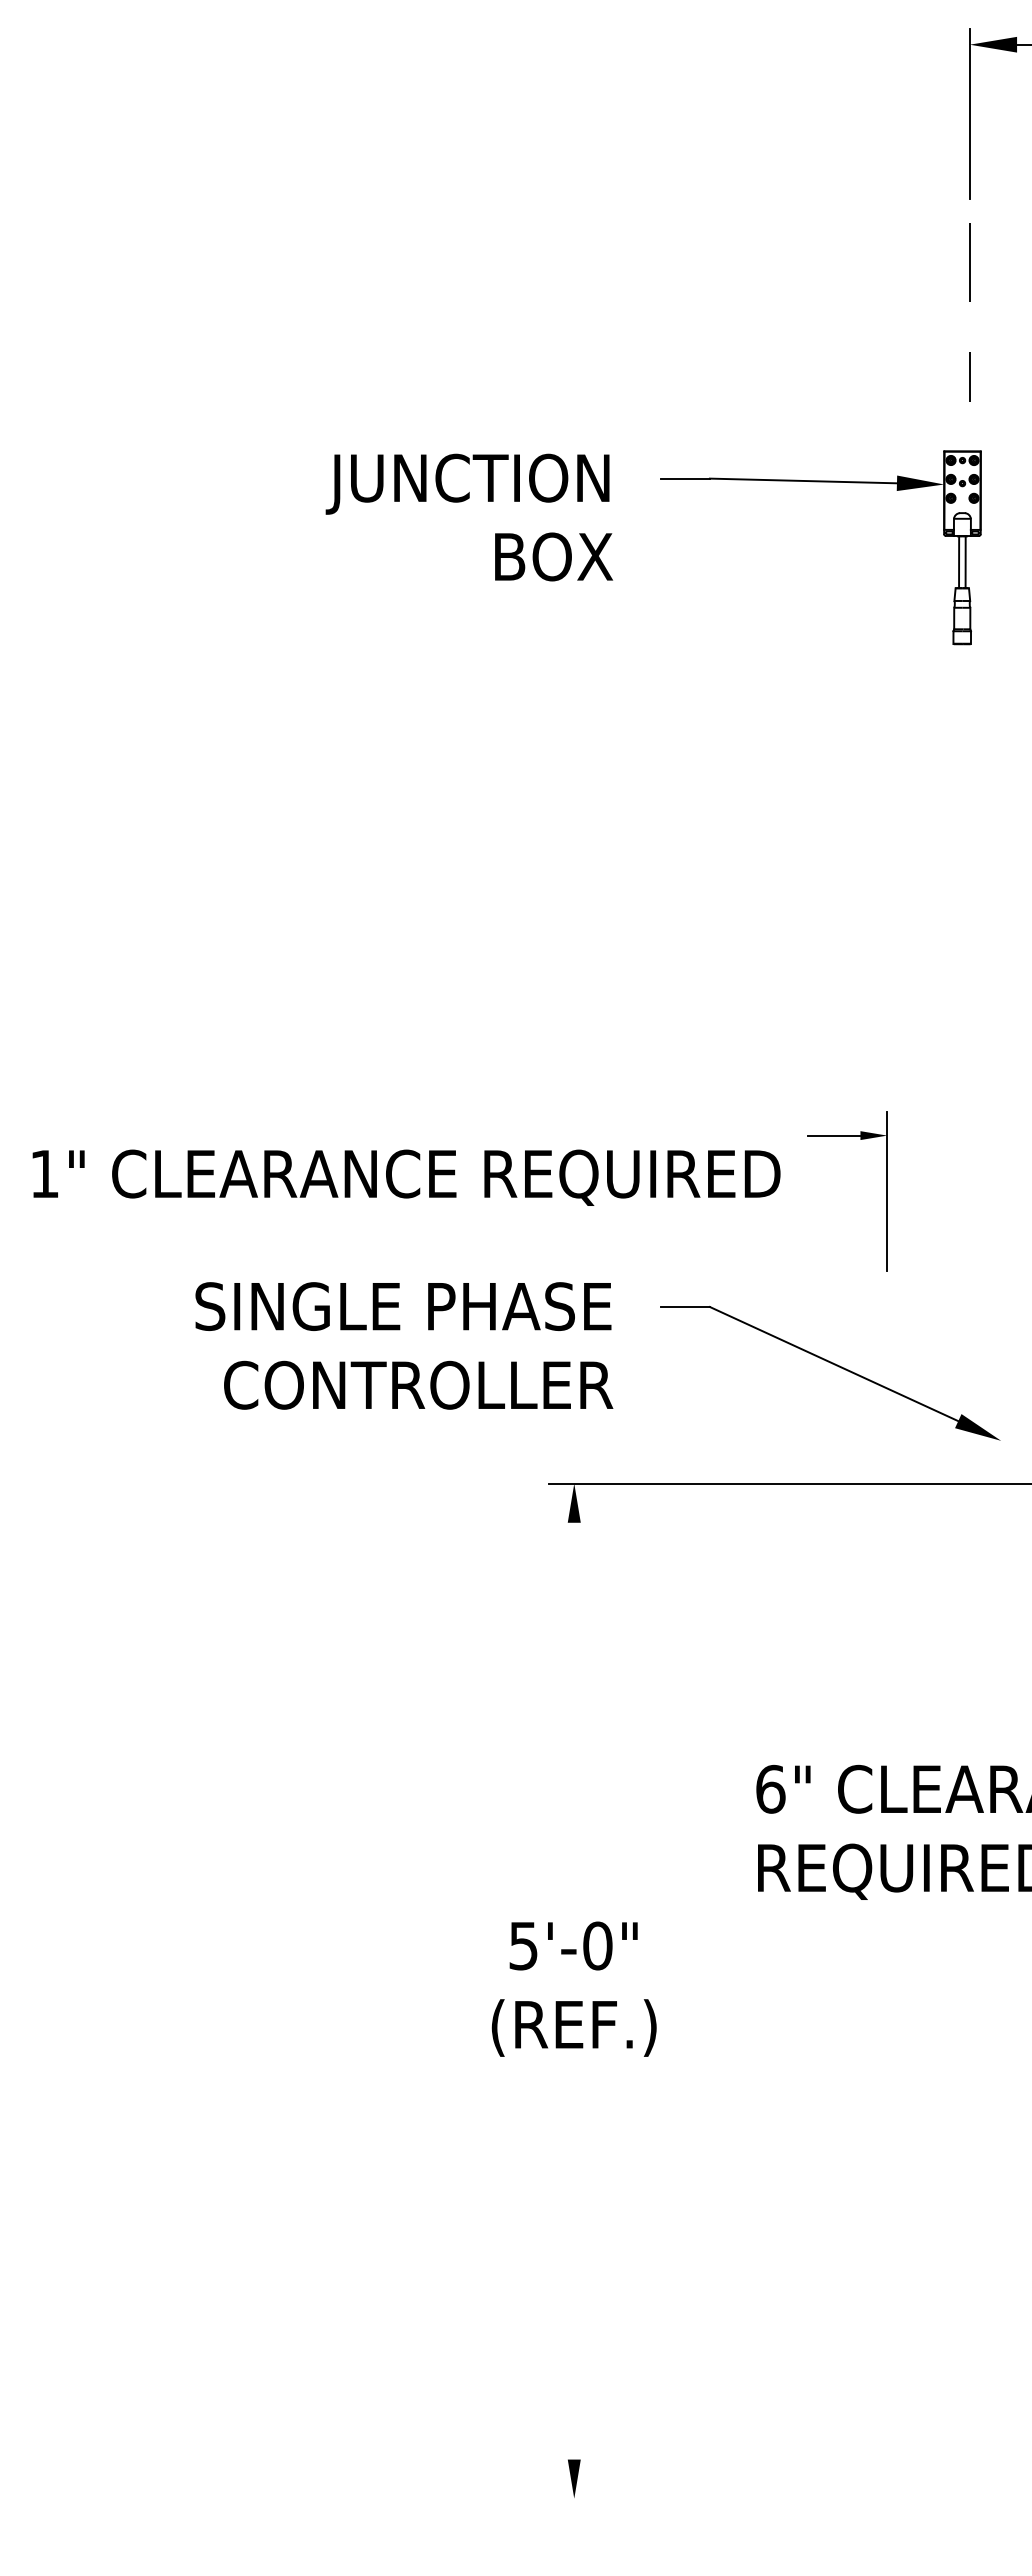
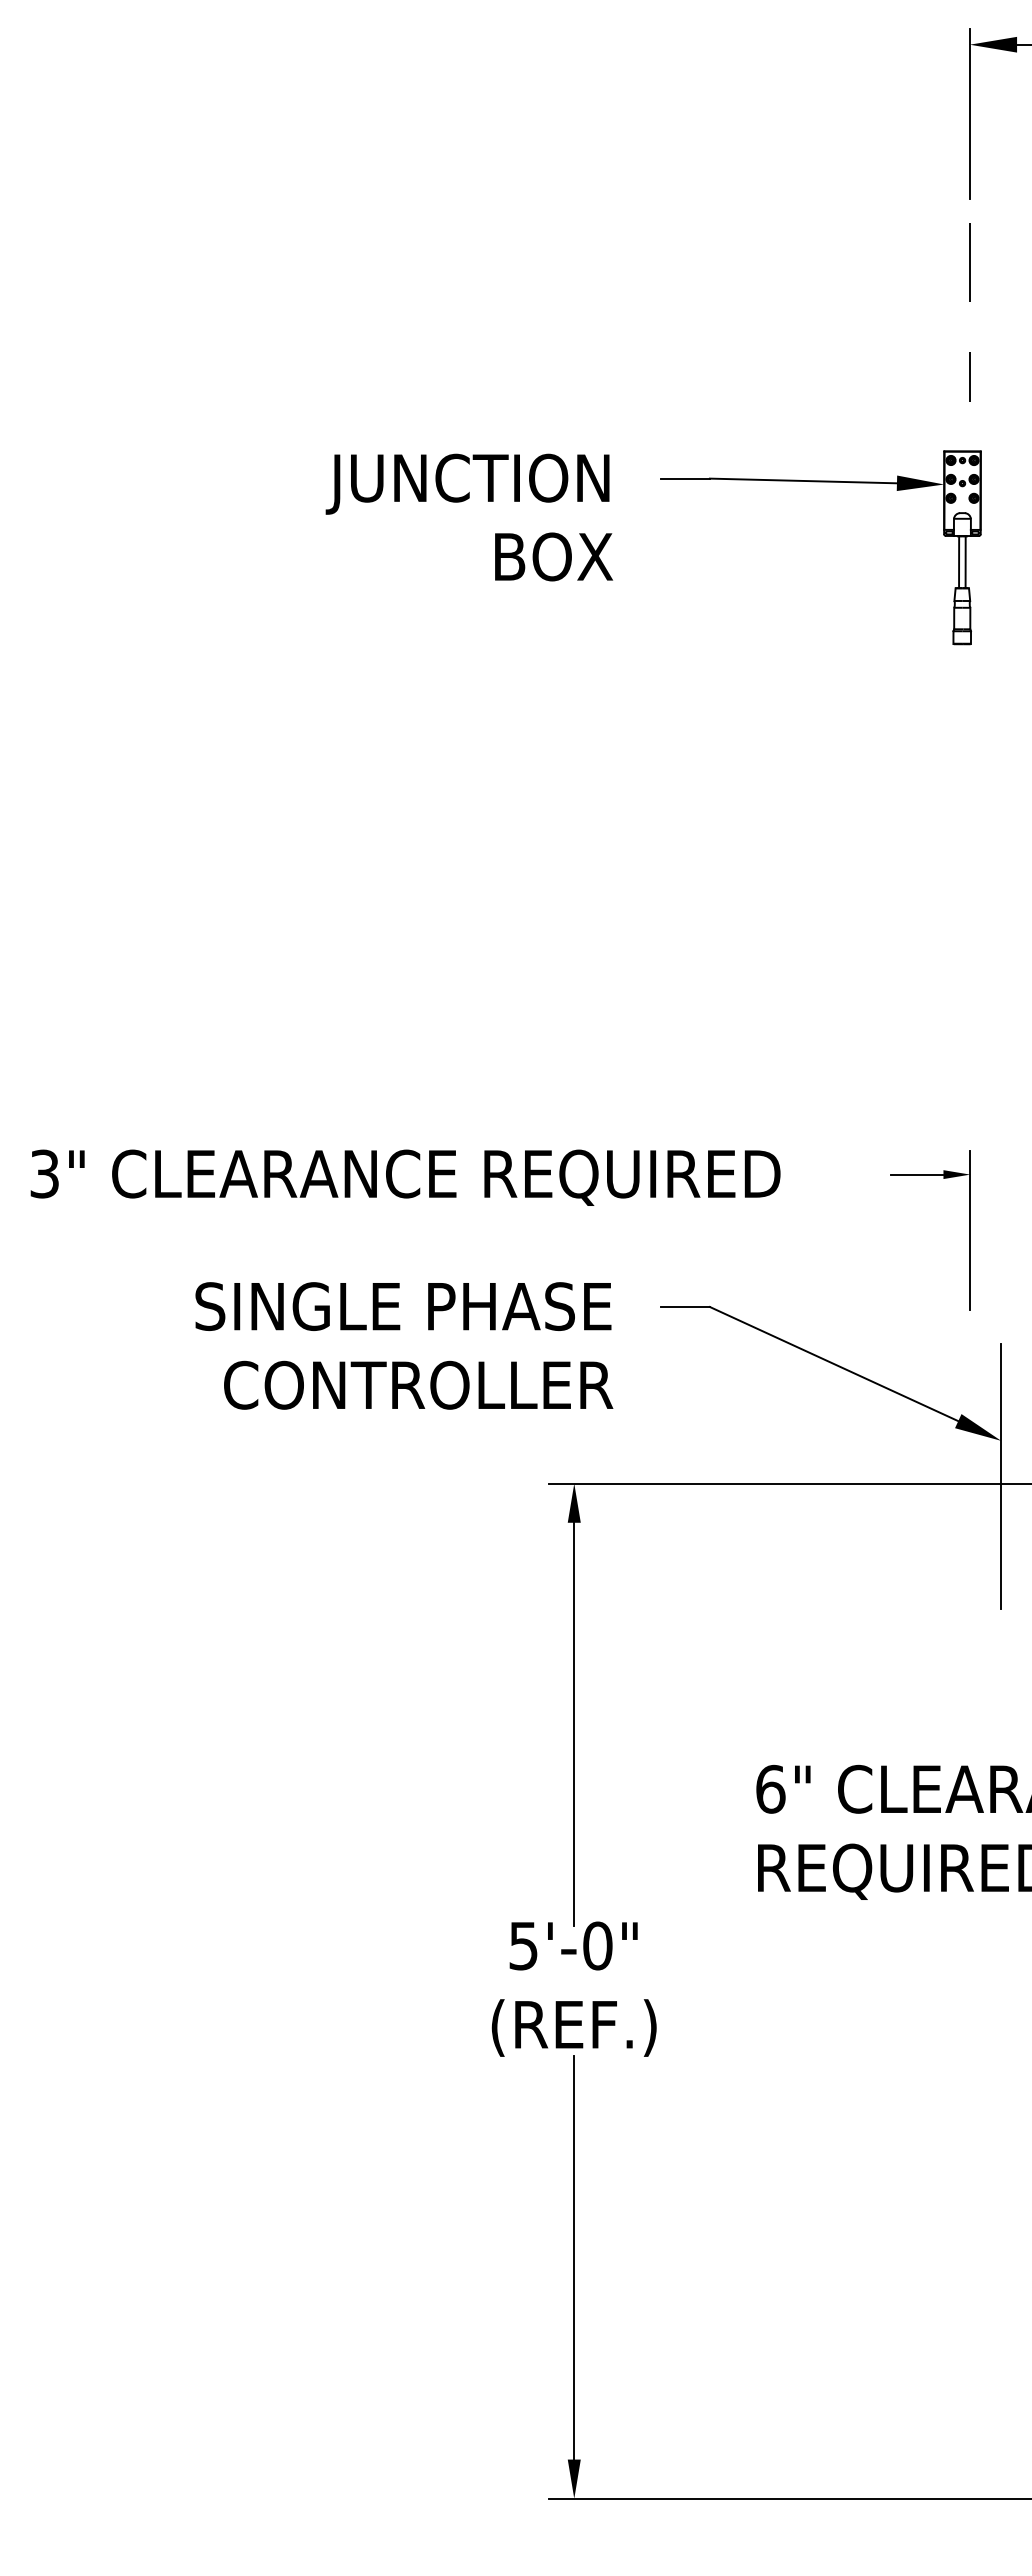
text at (44, 1173): 1" -> 3"
part at (886, 1191) position: (886, 1191) -> (969, 1230)
line at (1001, 1476): none -> present
line at (574, 1724): none -> present
line at (574, 2257): none -> present
line at (788, 2498): none -> present
